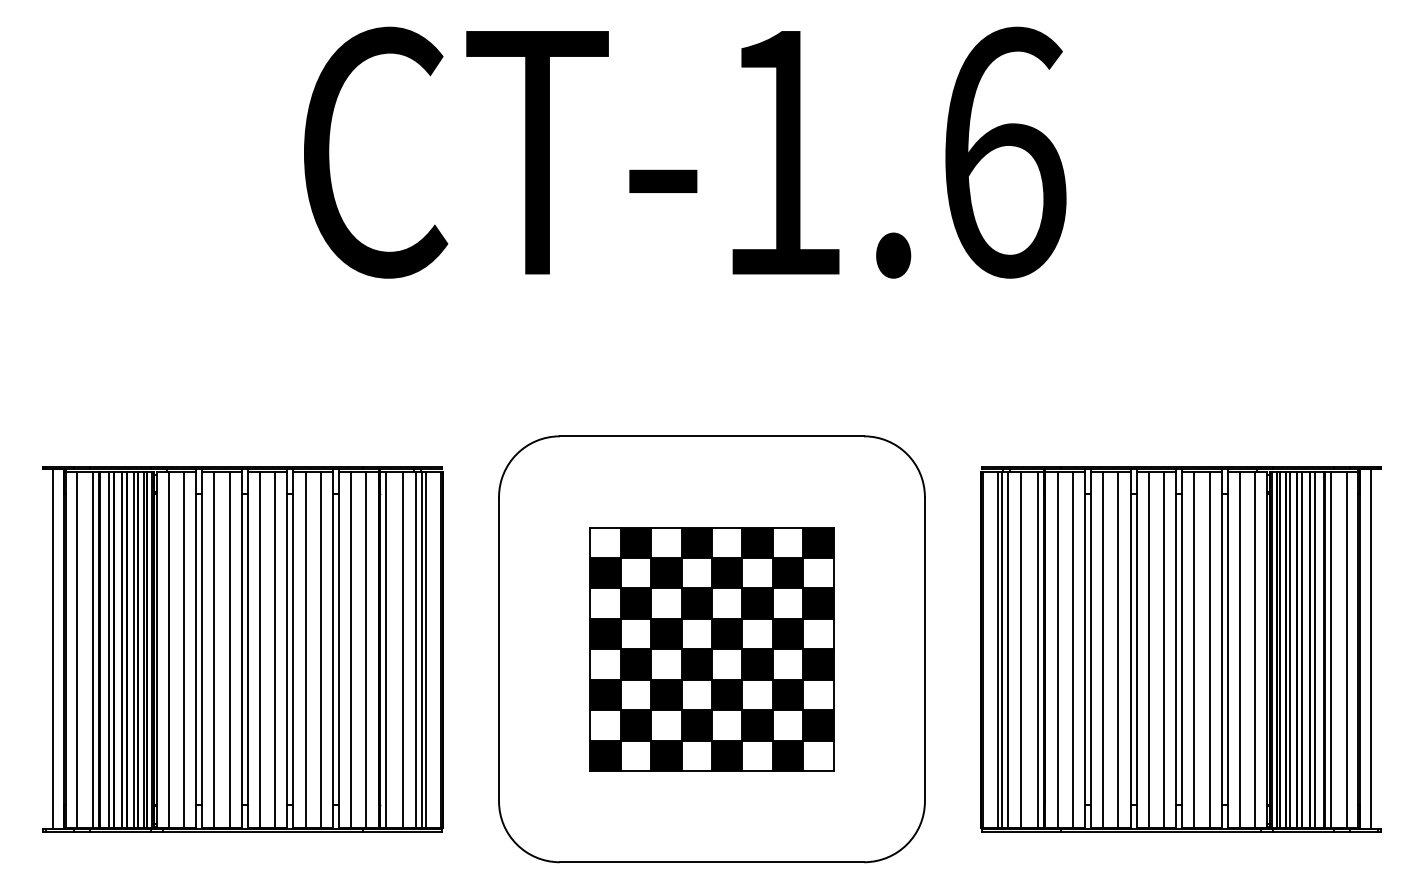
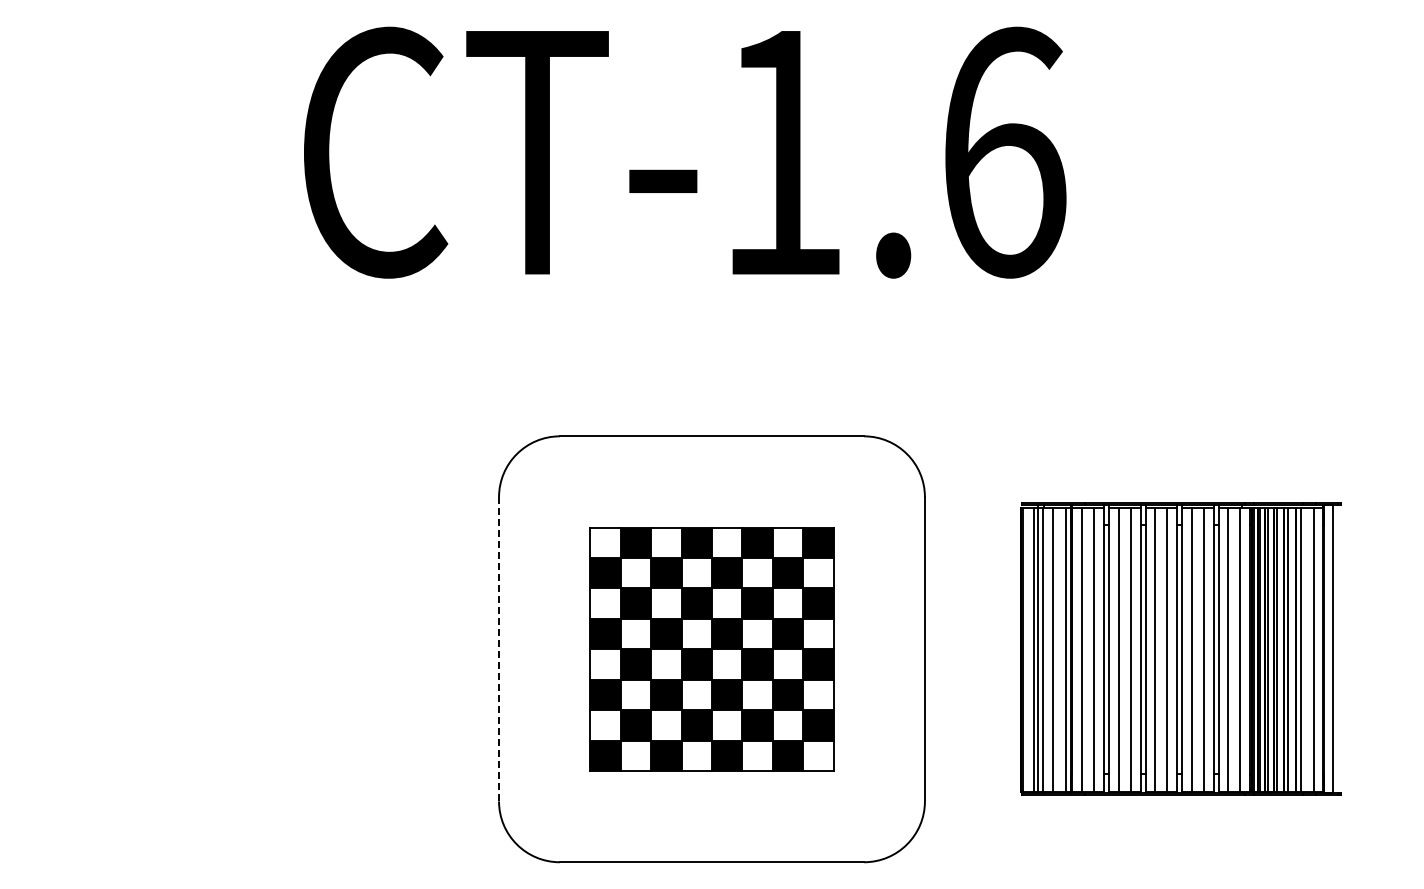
part at (242, 649): present -> none
line at (499, 649): solid -> dashed
part at (1180, 649) size: 402x367 px -> 322x294 px
